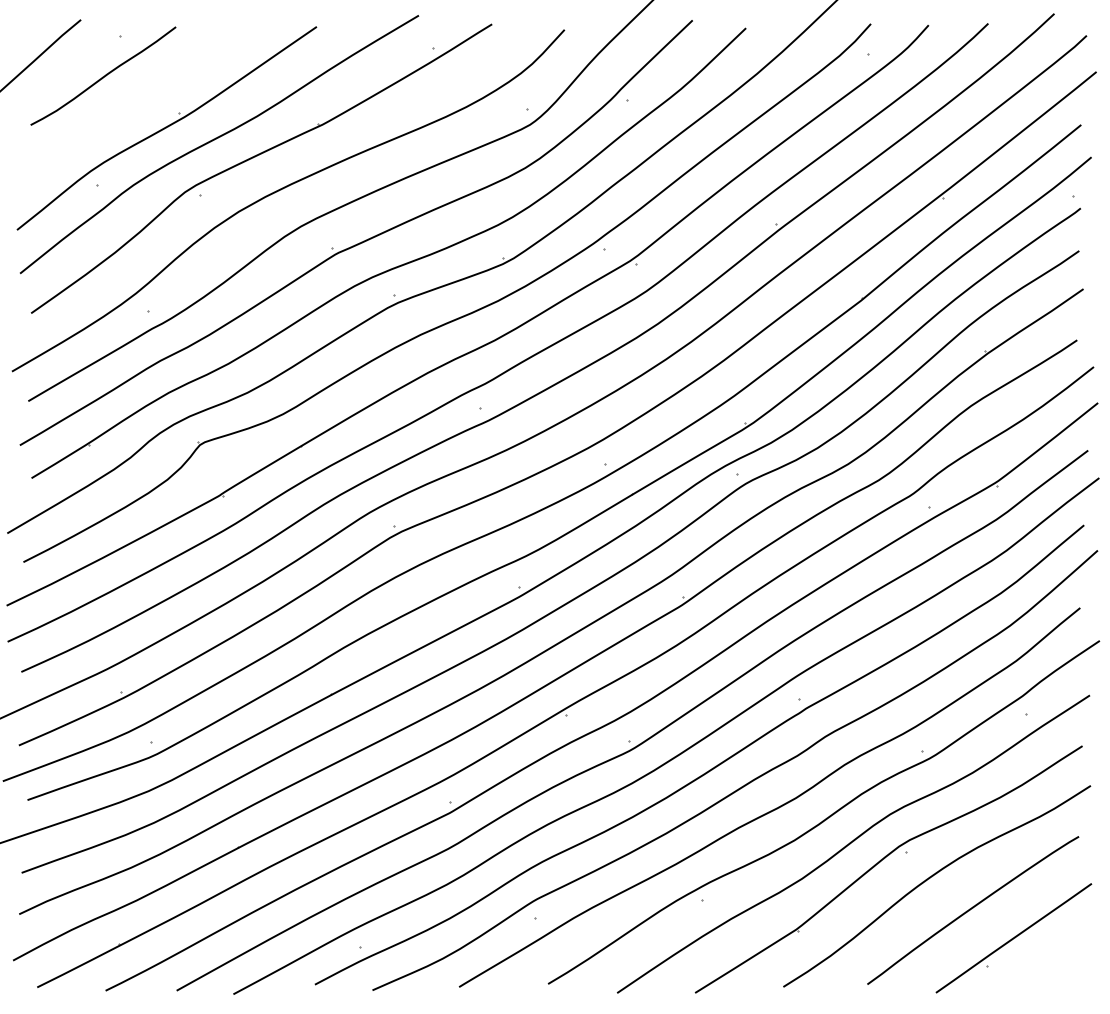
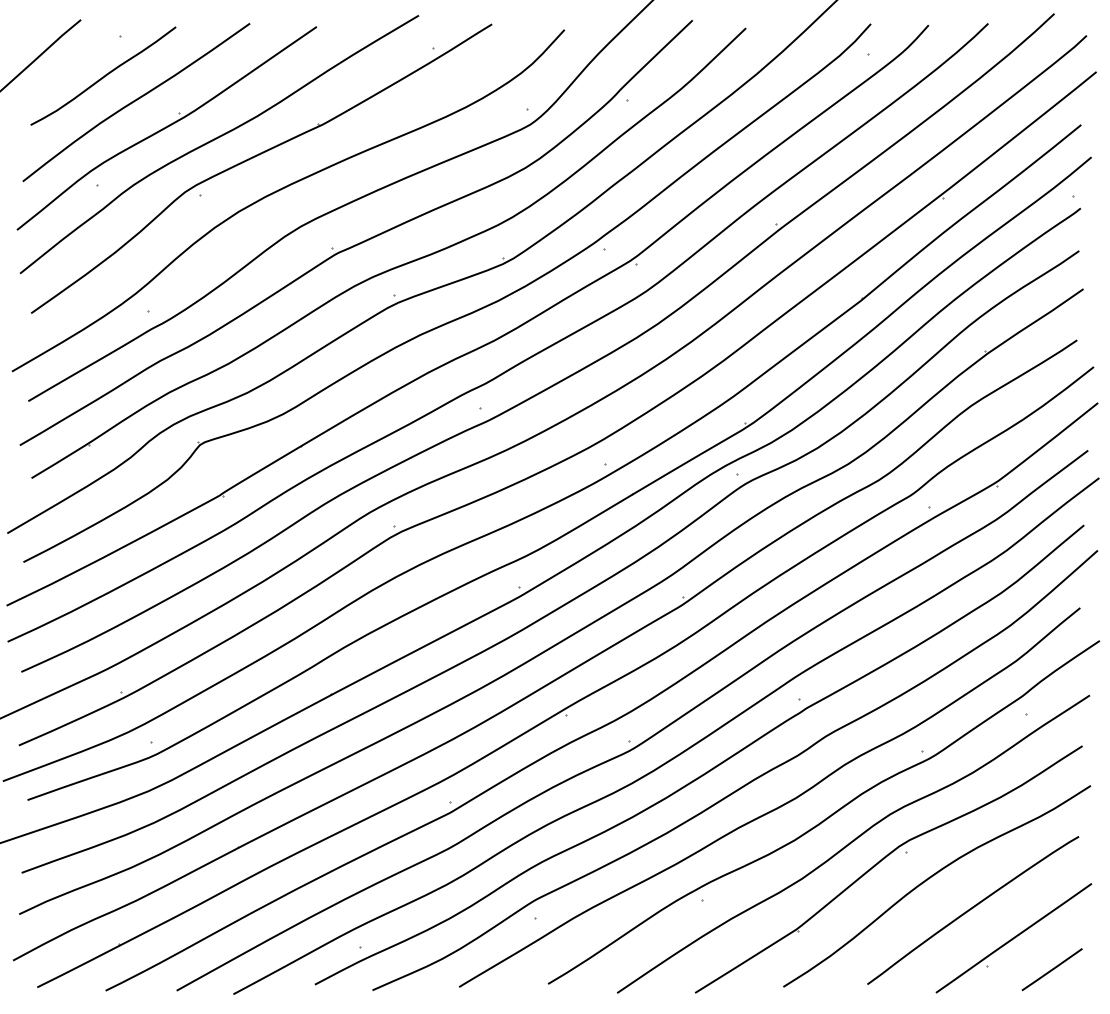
curve at (135, 101): none -> present
line at (1051, 969): none -> present
